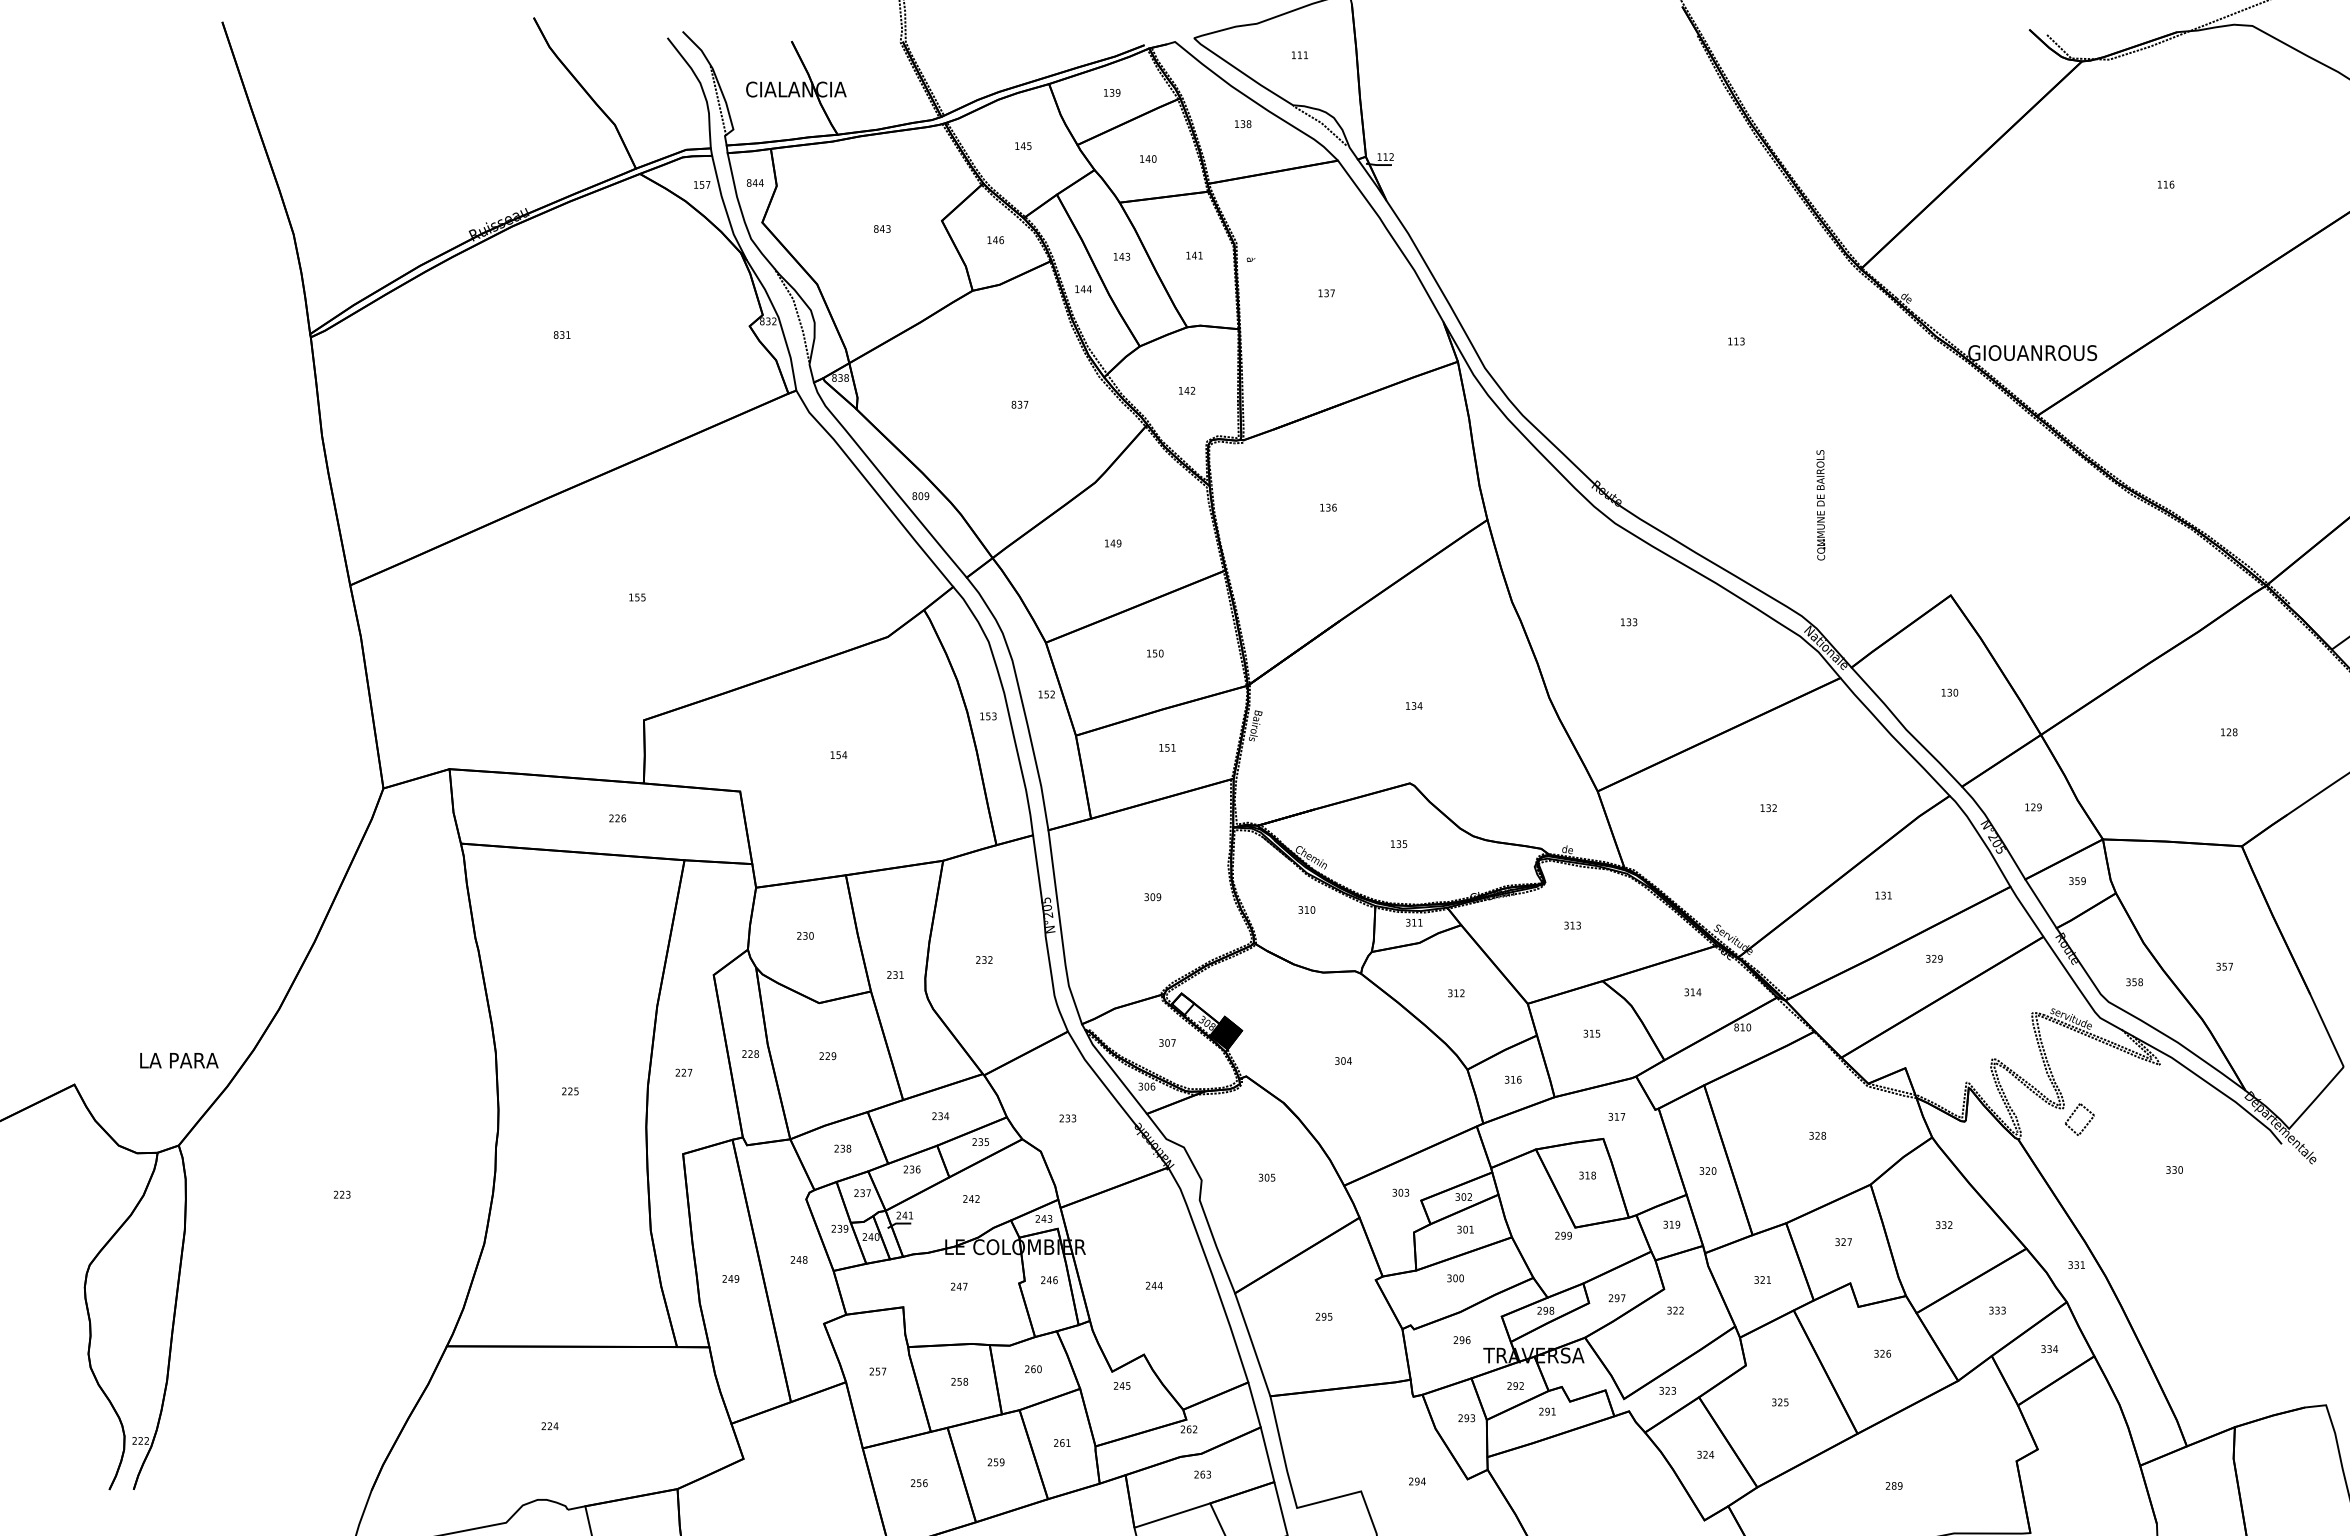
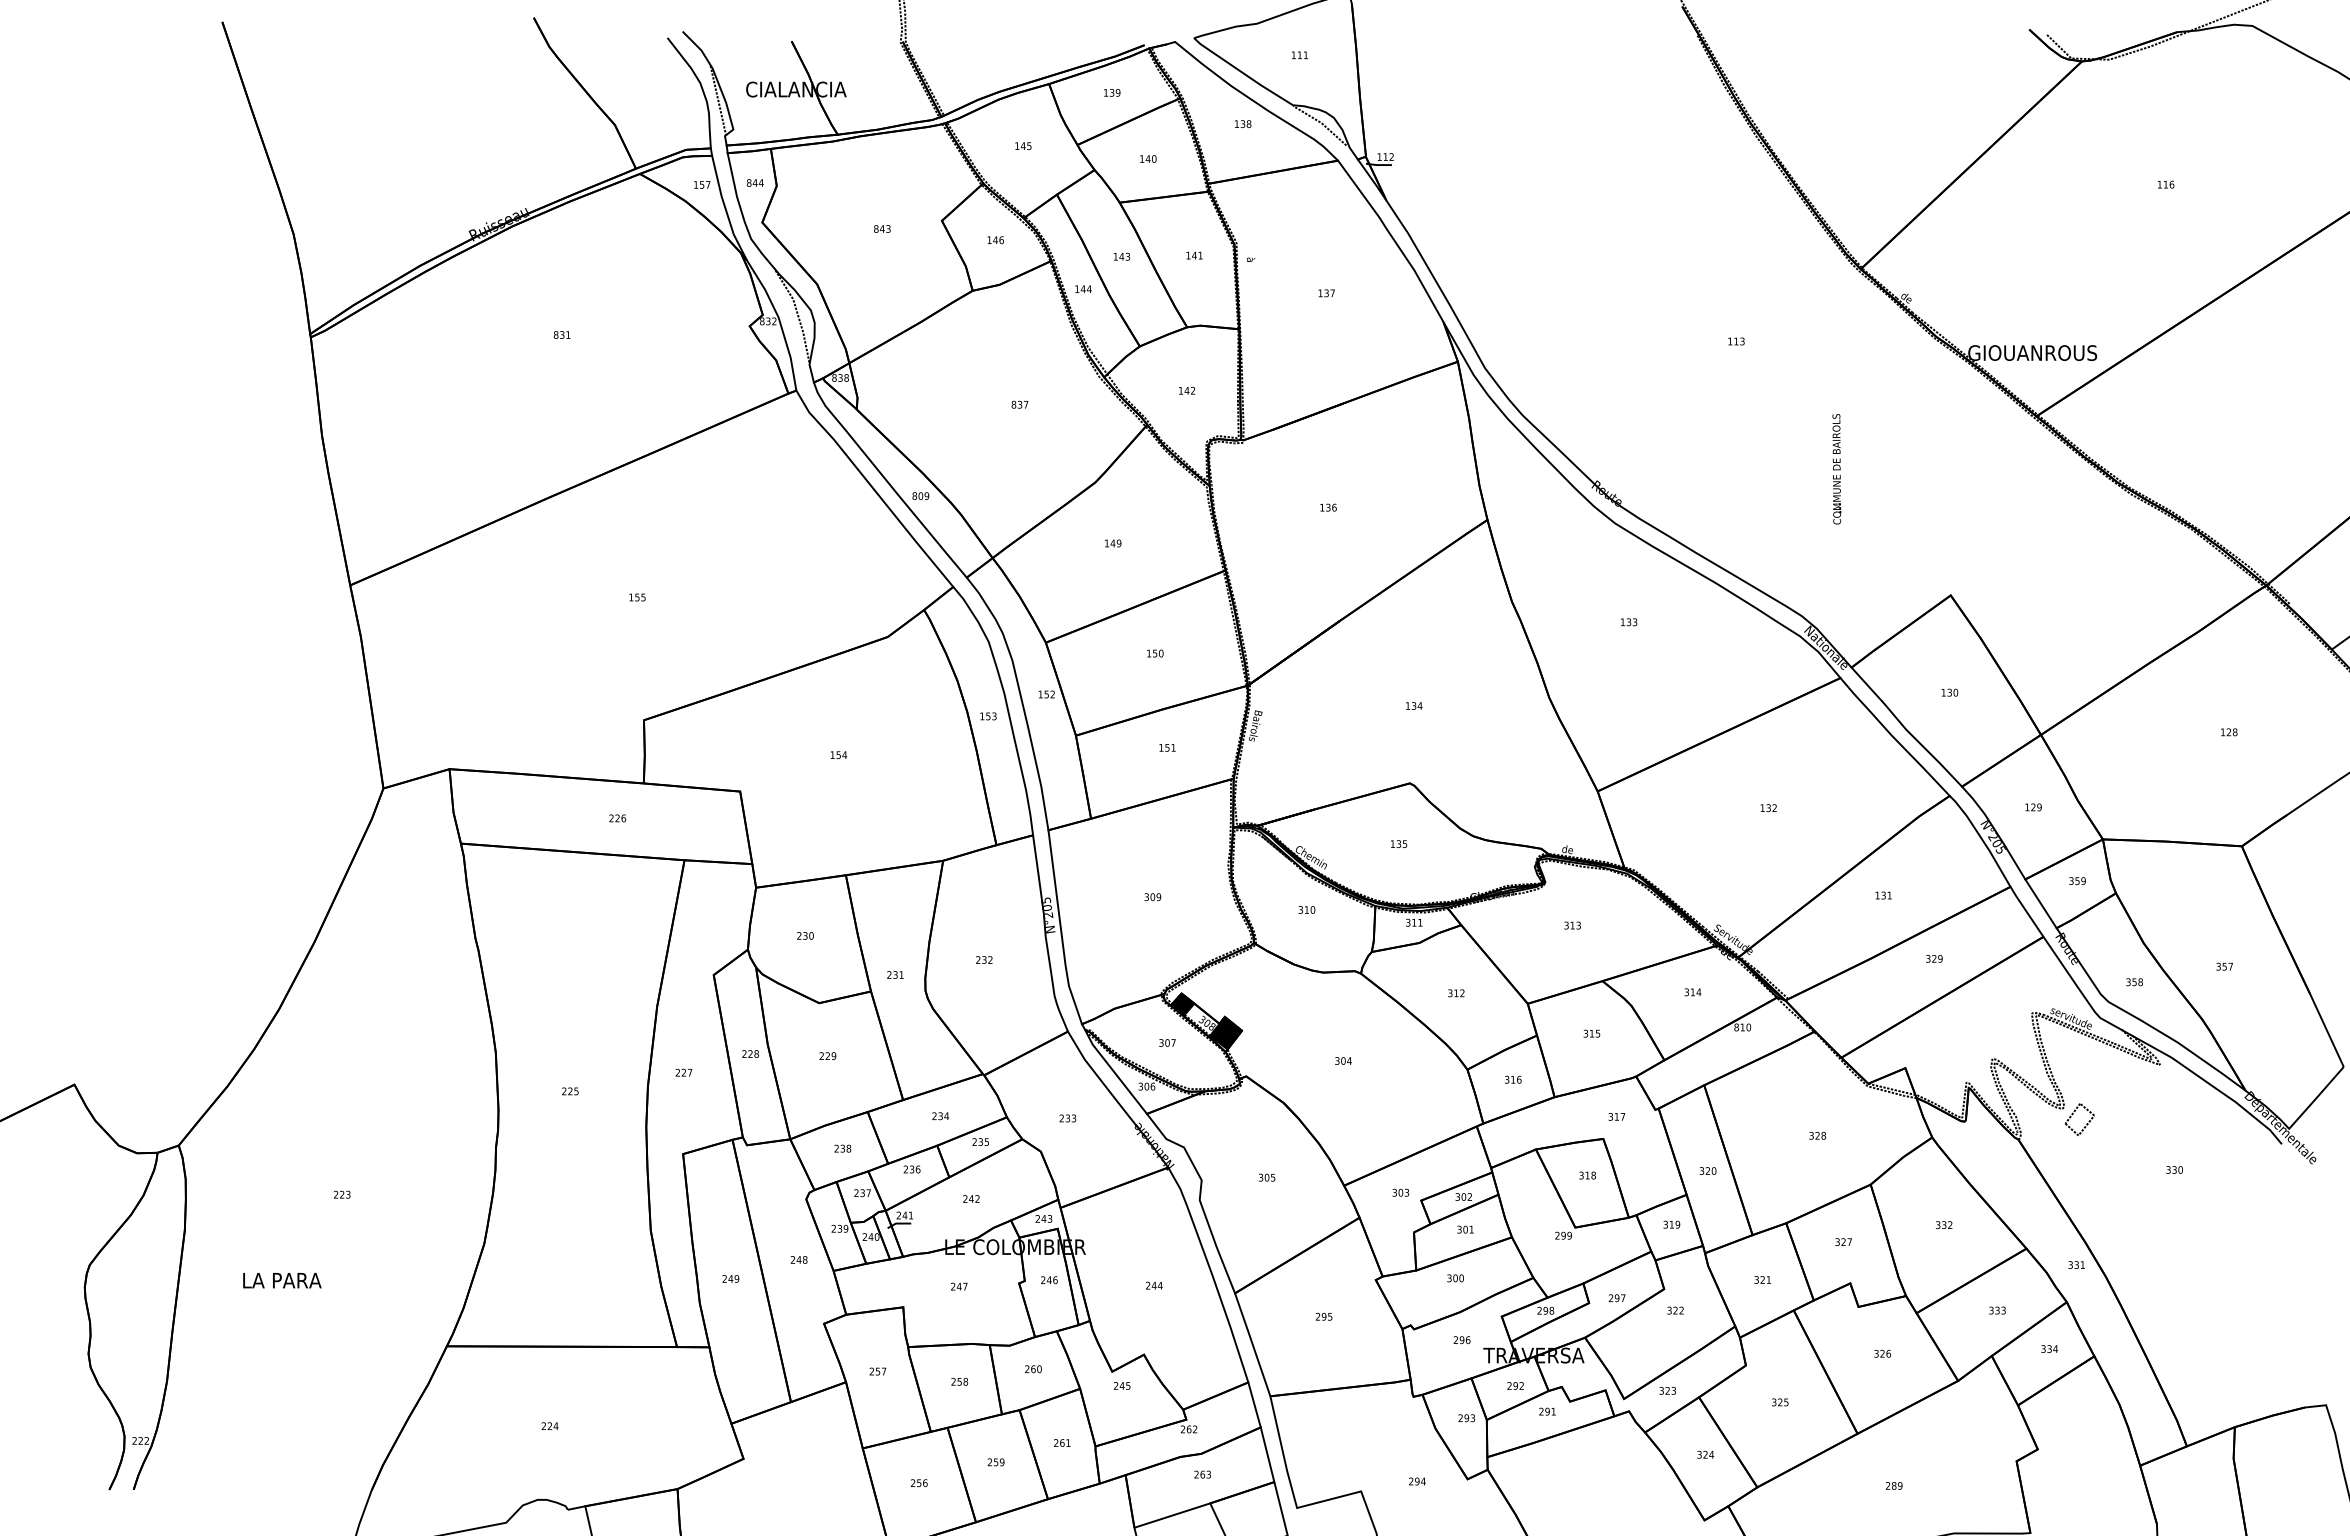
part at (1820, 505) position: (1820, 505) -> (1836, 469)
fill at (1183, 1003): none -> present
text at (179, 1060) position: (179, 1060) -> (282, 1280)
